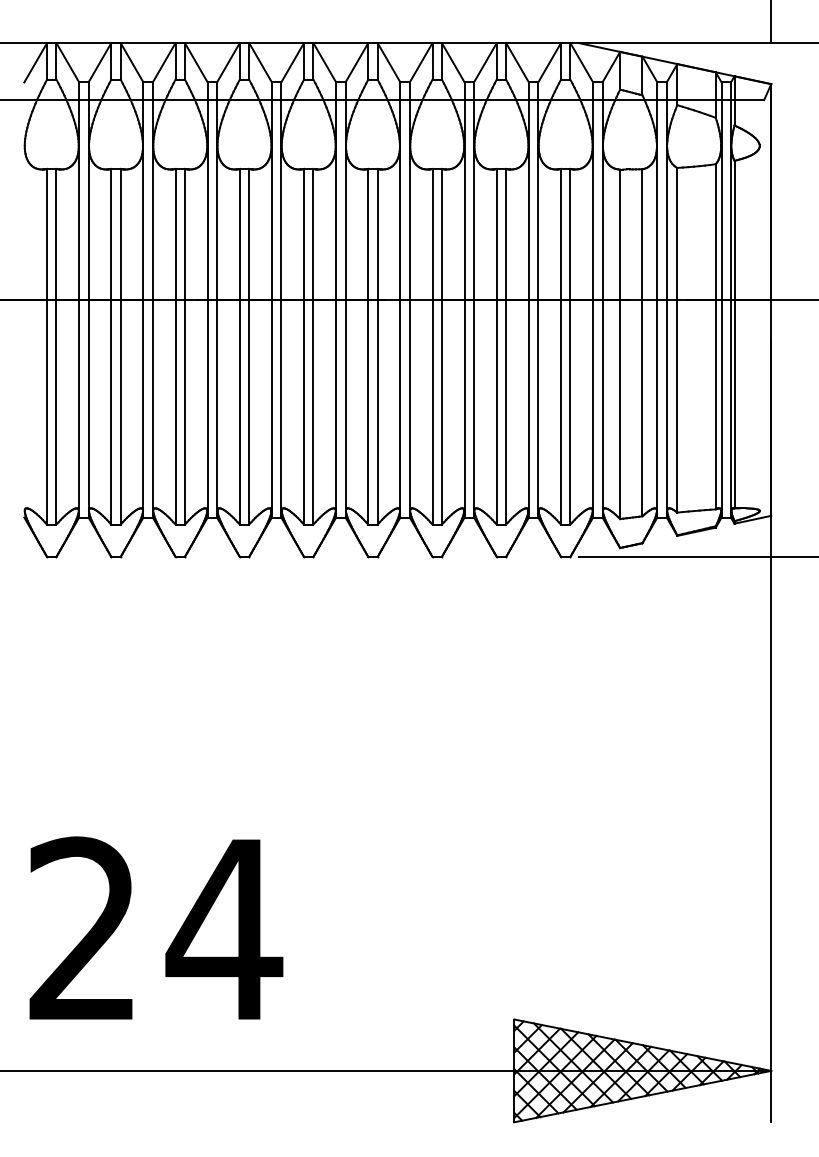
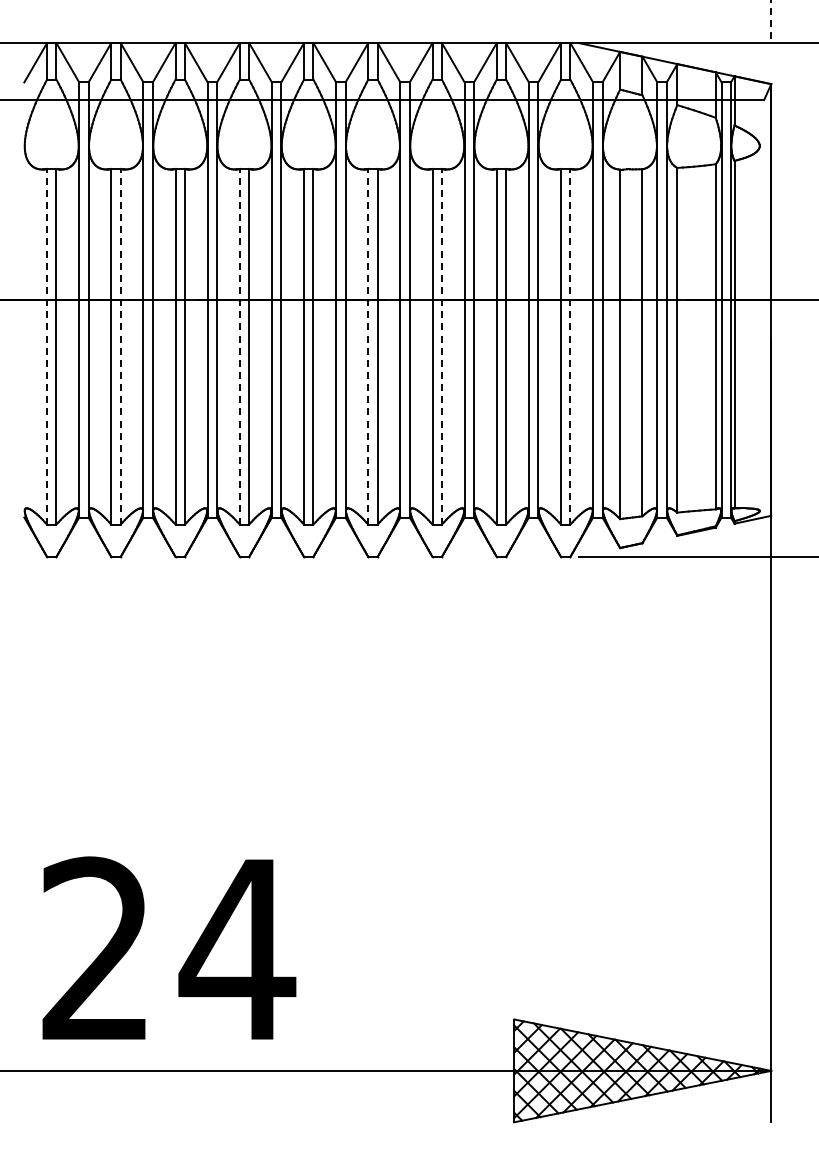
line at (771, 22): solid -> dashed
line at (47, 346): solid -> dashed
line at (120, 346): solid -> dashed
line at (239, 346): solid -> dashed
line at (368, 346): solid -> dashed
line at (441, 346): solid -> dashed
line at (570, 346): solid -> dashed
text at (156, 927) position: (156, 927) -> (169, 947)
